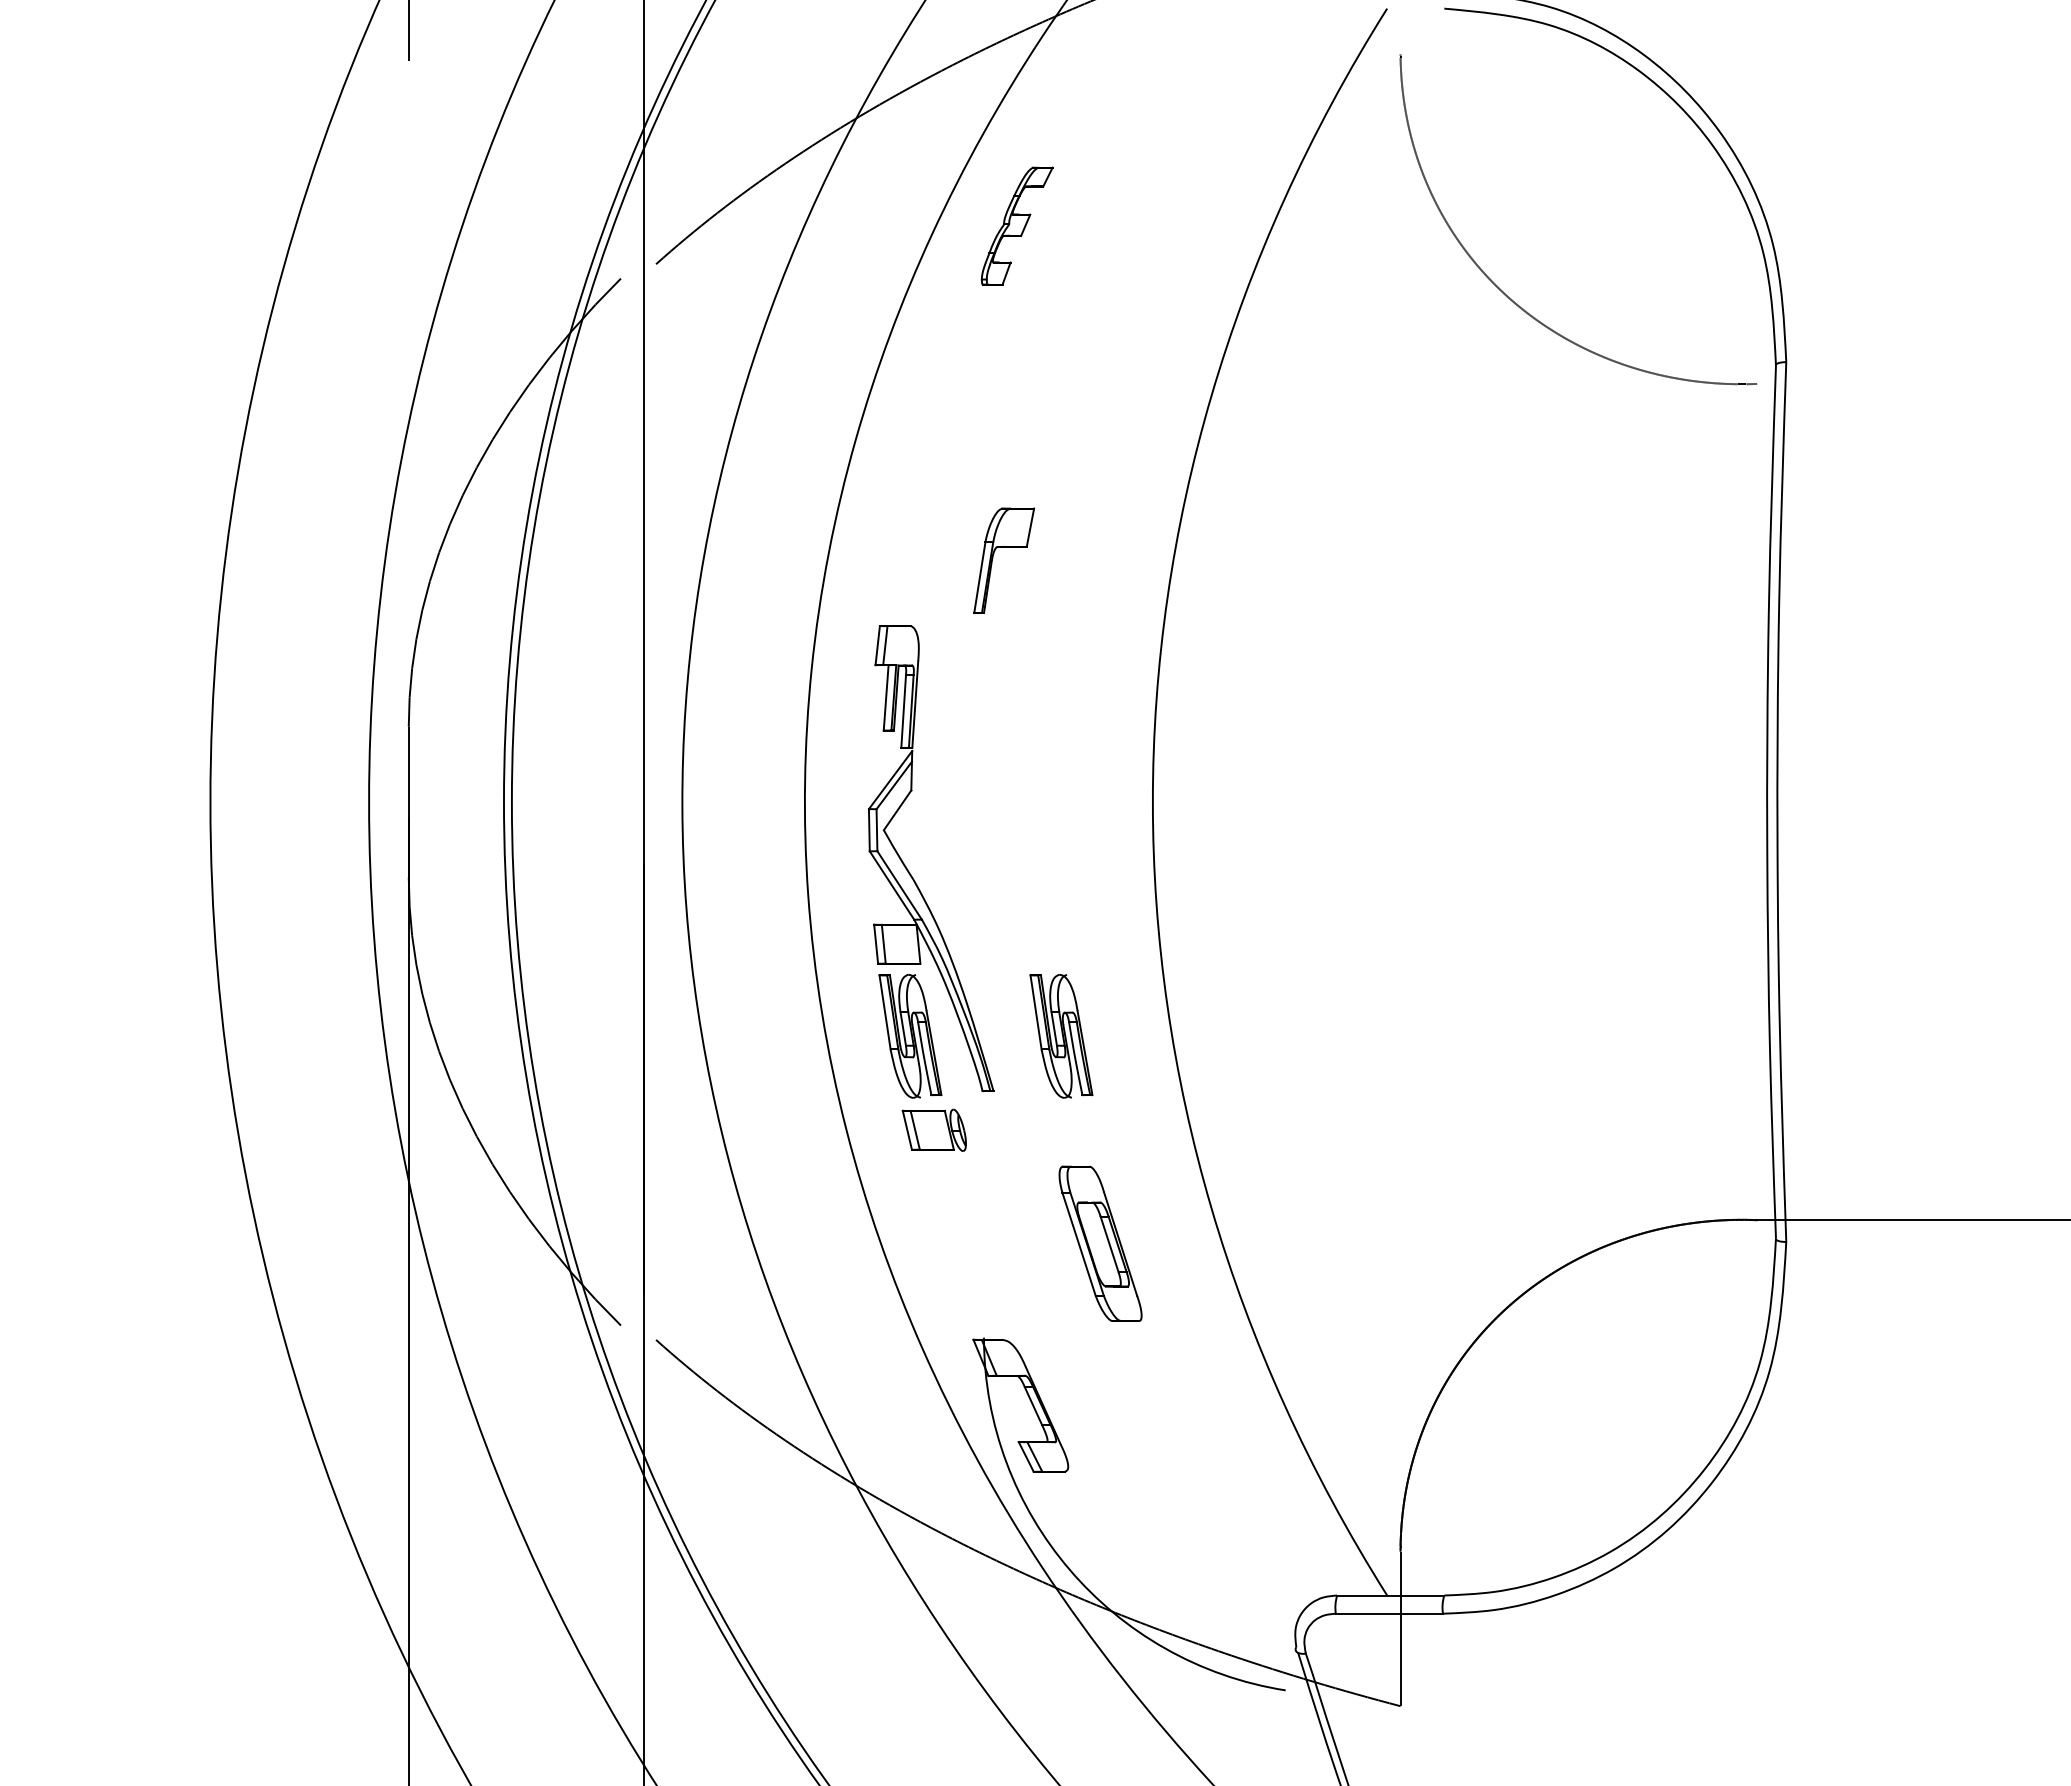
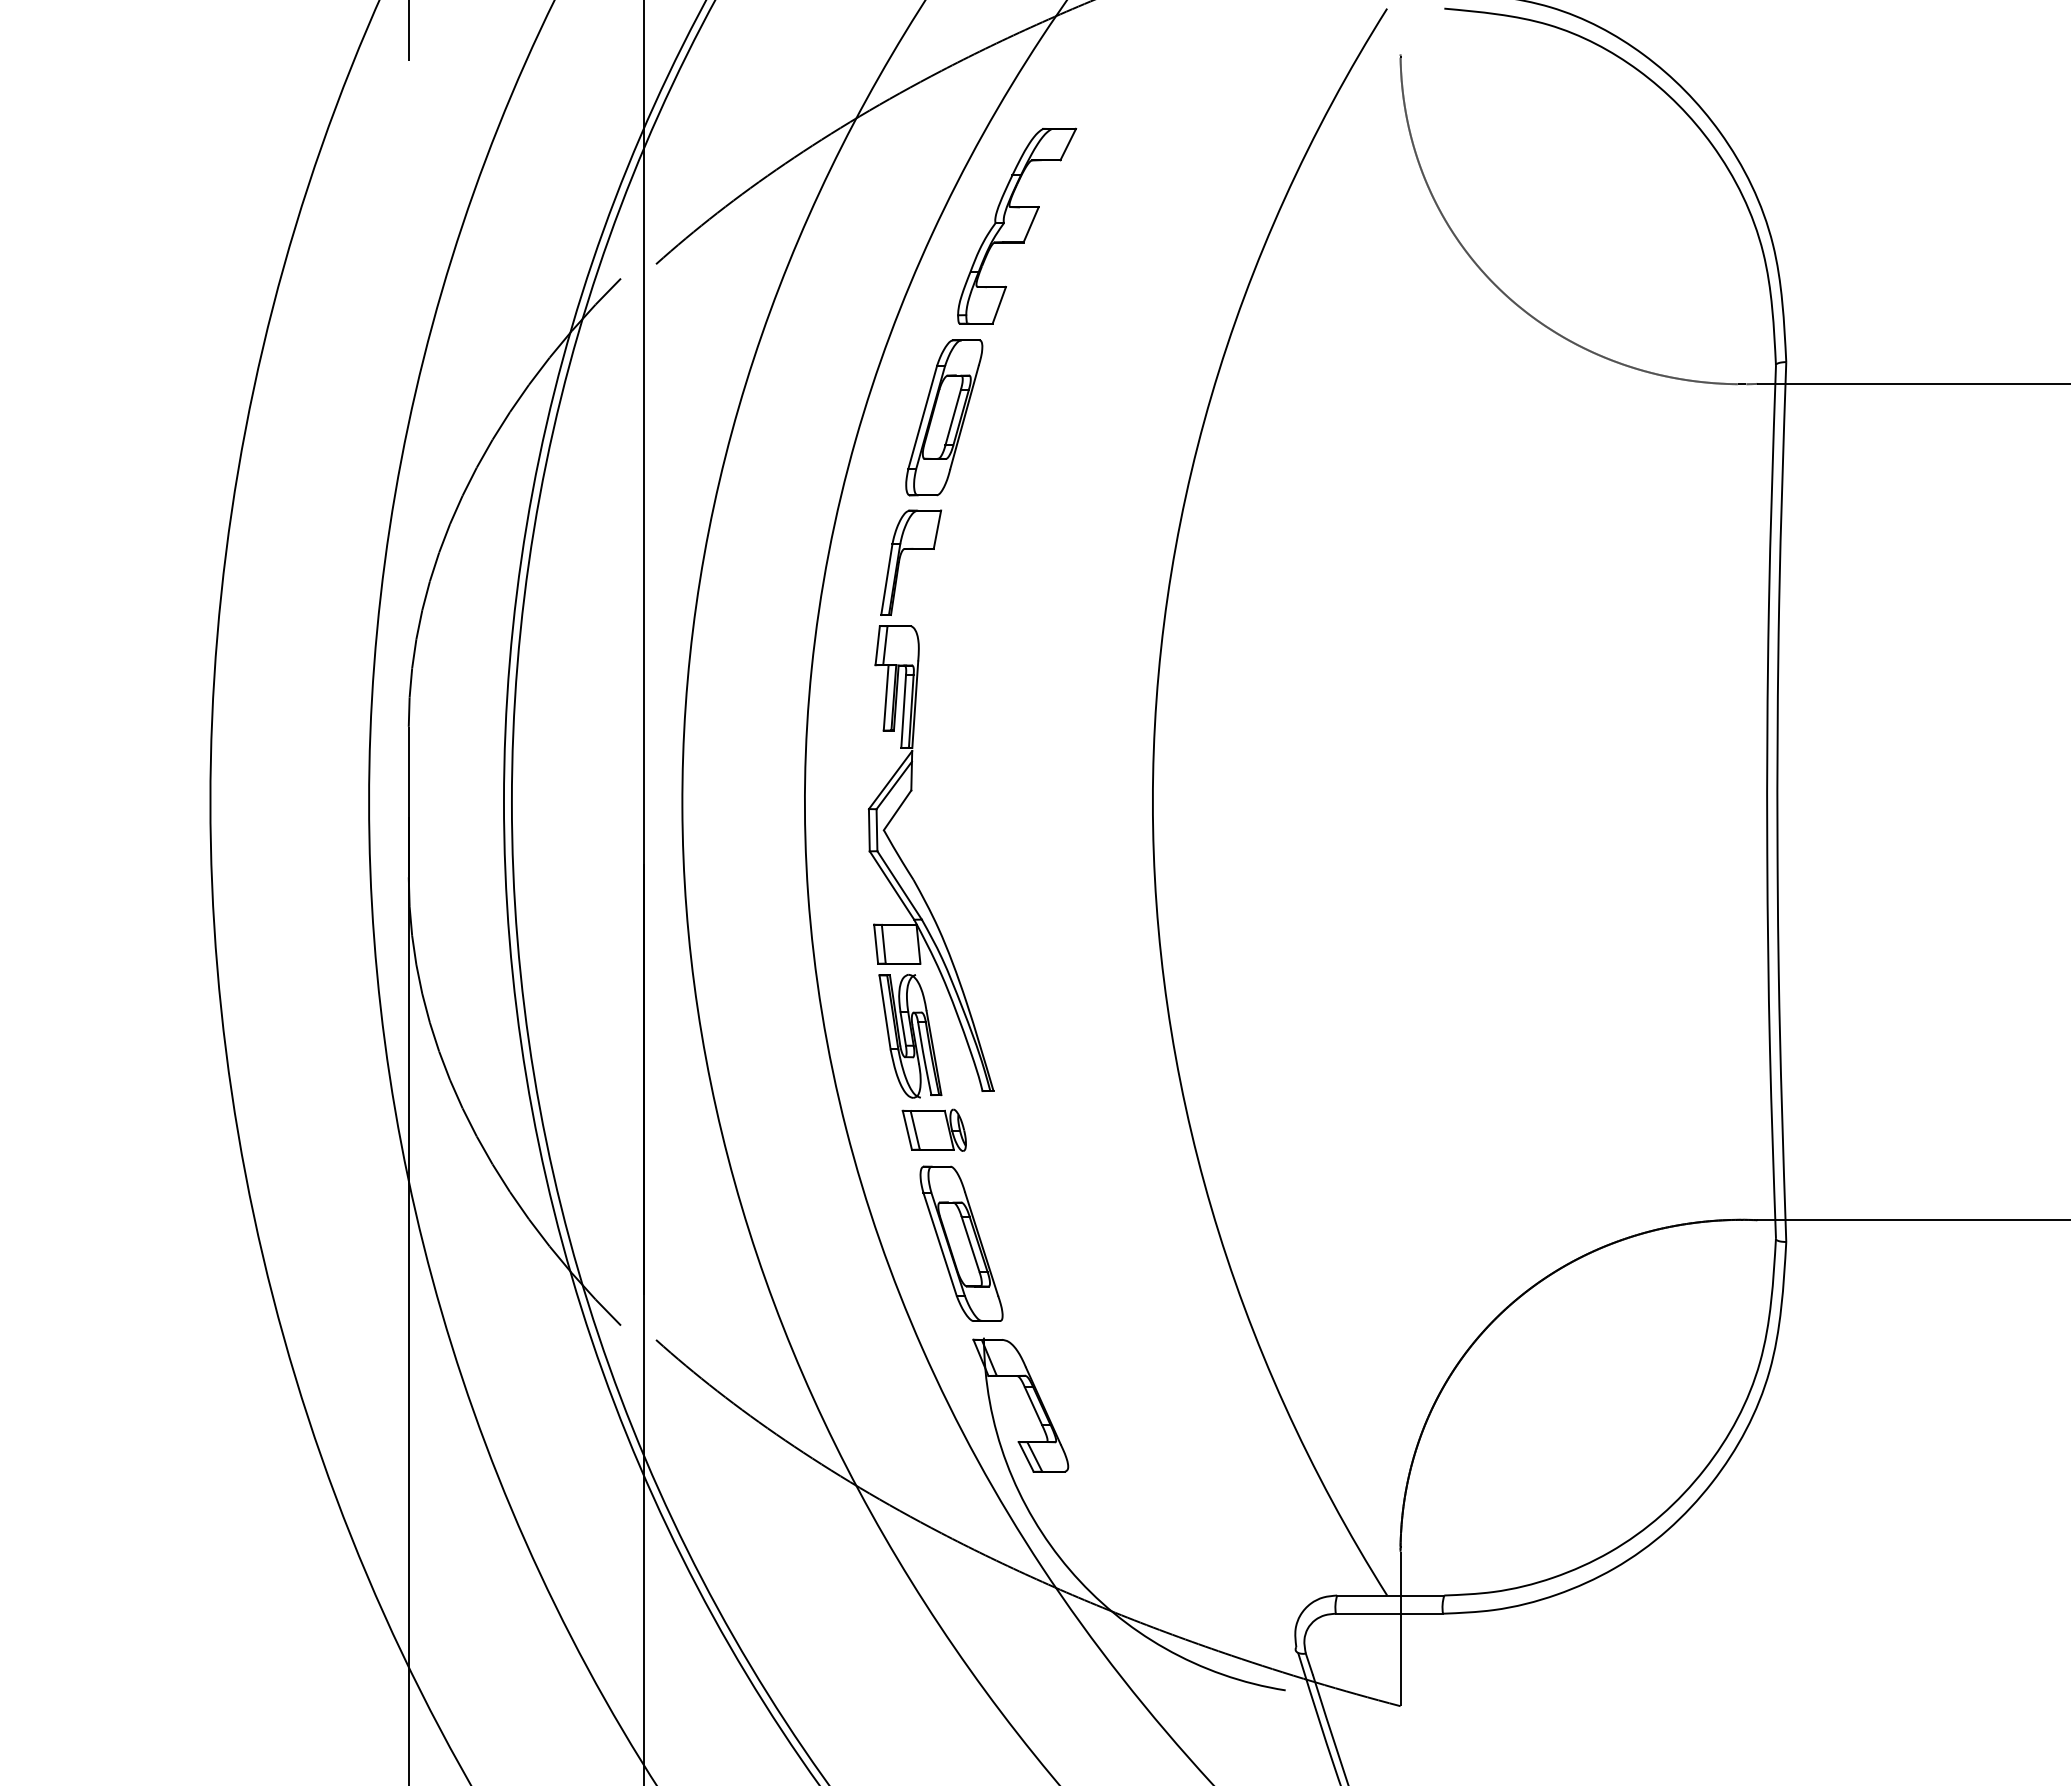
part at (1016, 225) size: 74x120 px -> 121x198 px
line at (1912, 383): none -> present
part at (944, 417): none -> present
part at (993, 558) position: (993, 558) -> (900, 560)
part at (1061, 1036): present -> none
part at (1100, 1243) position: (1100, 1243) -> (961, 1243)
